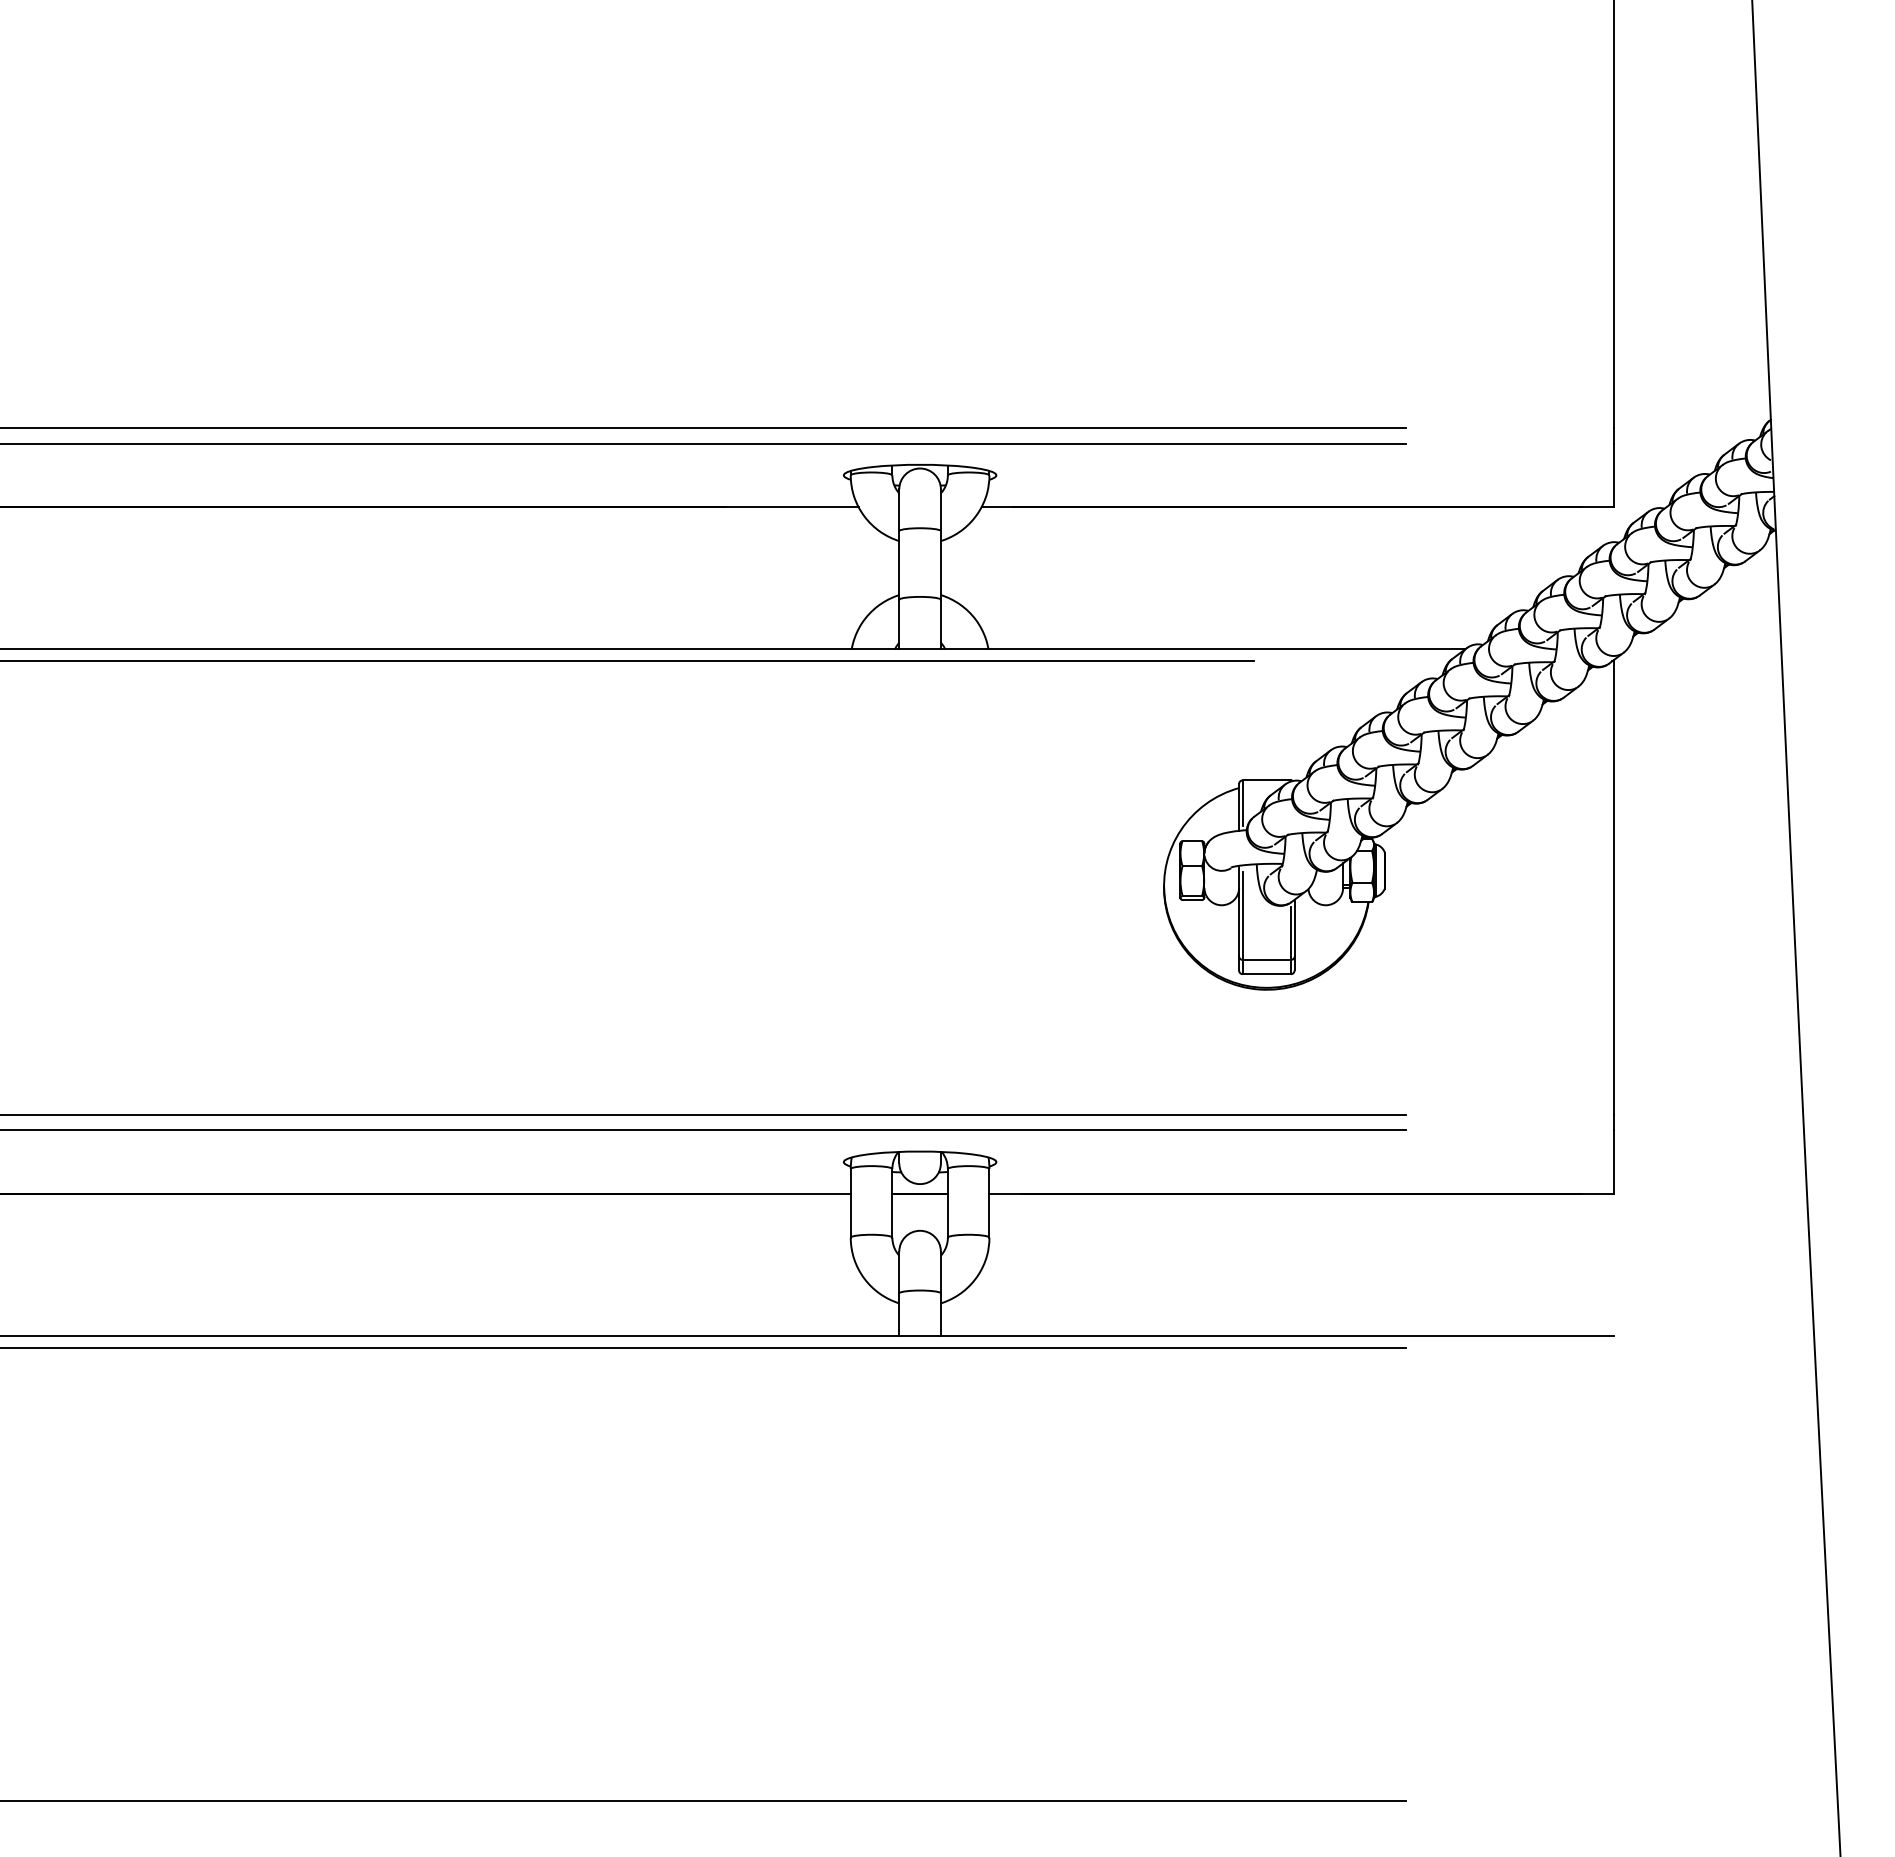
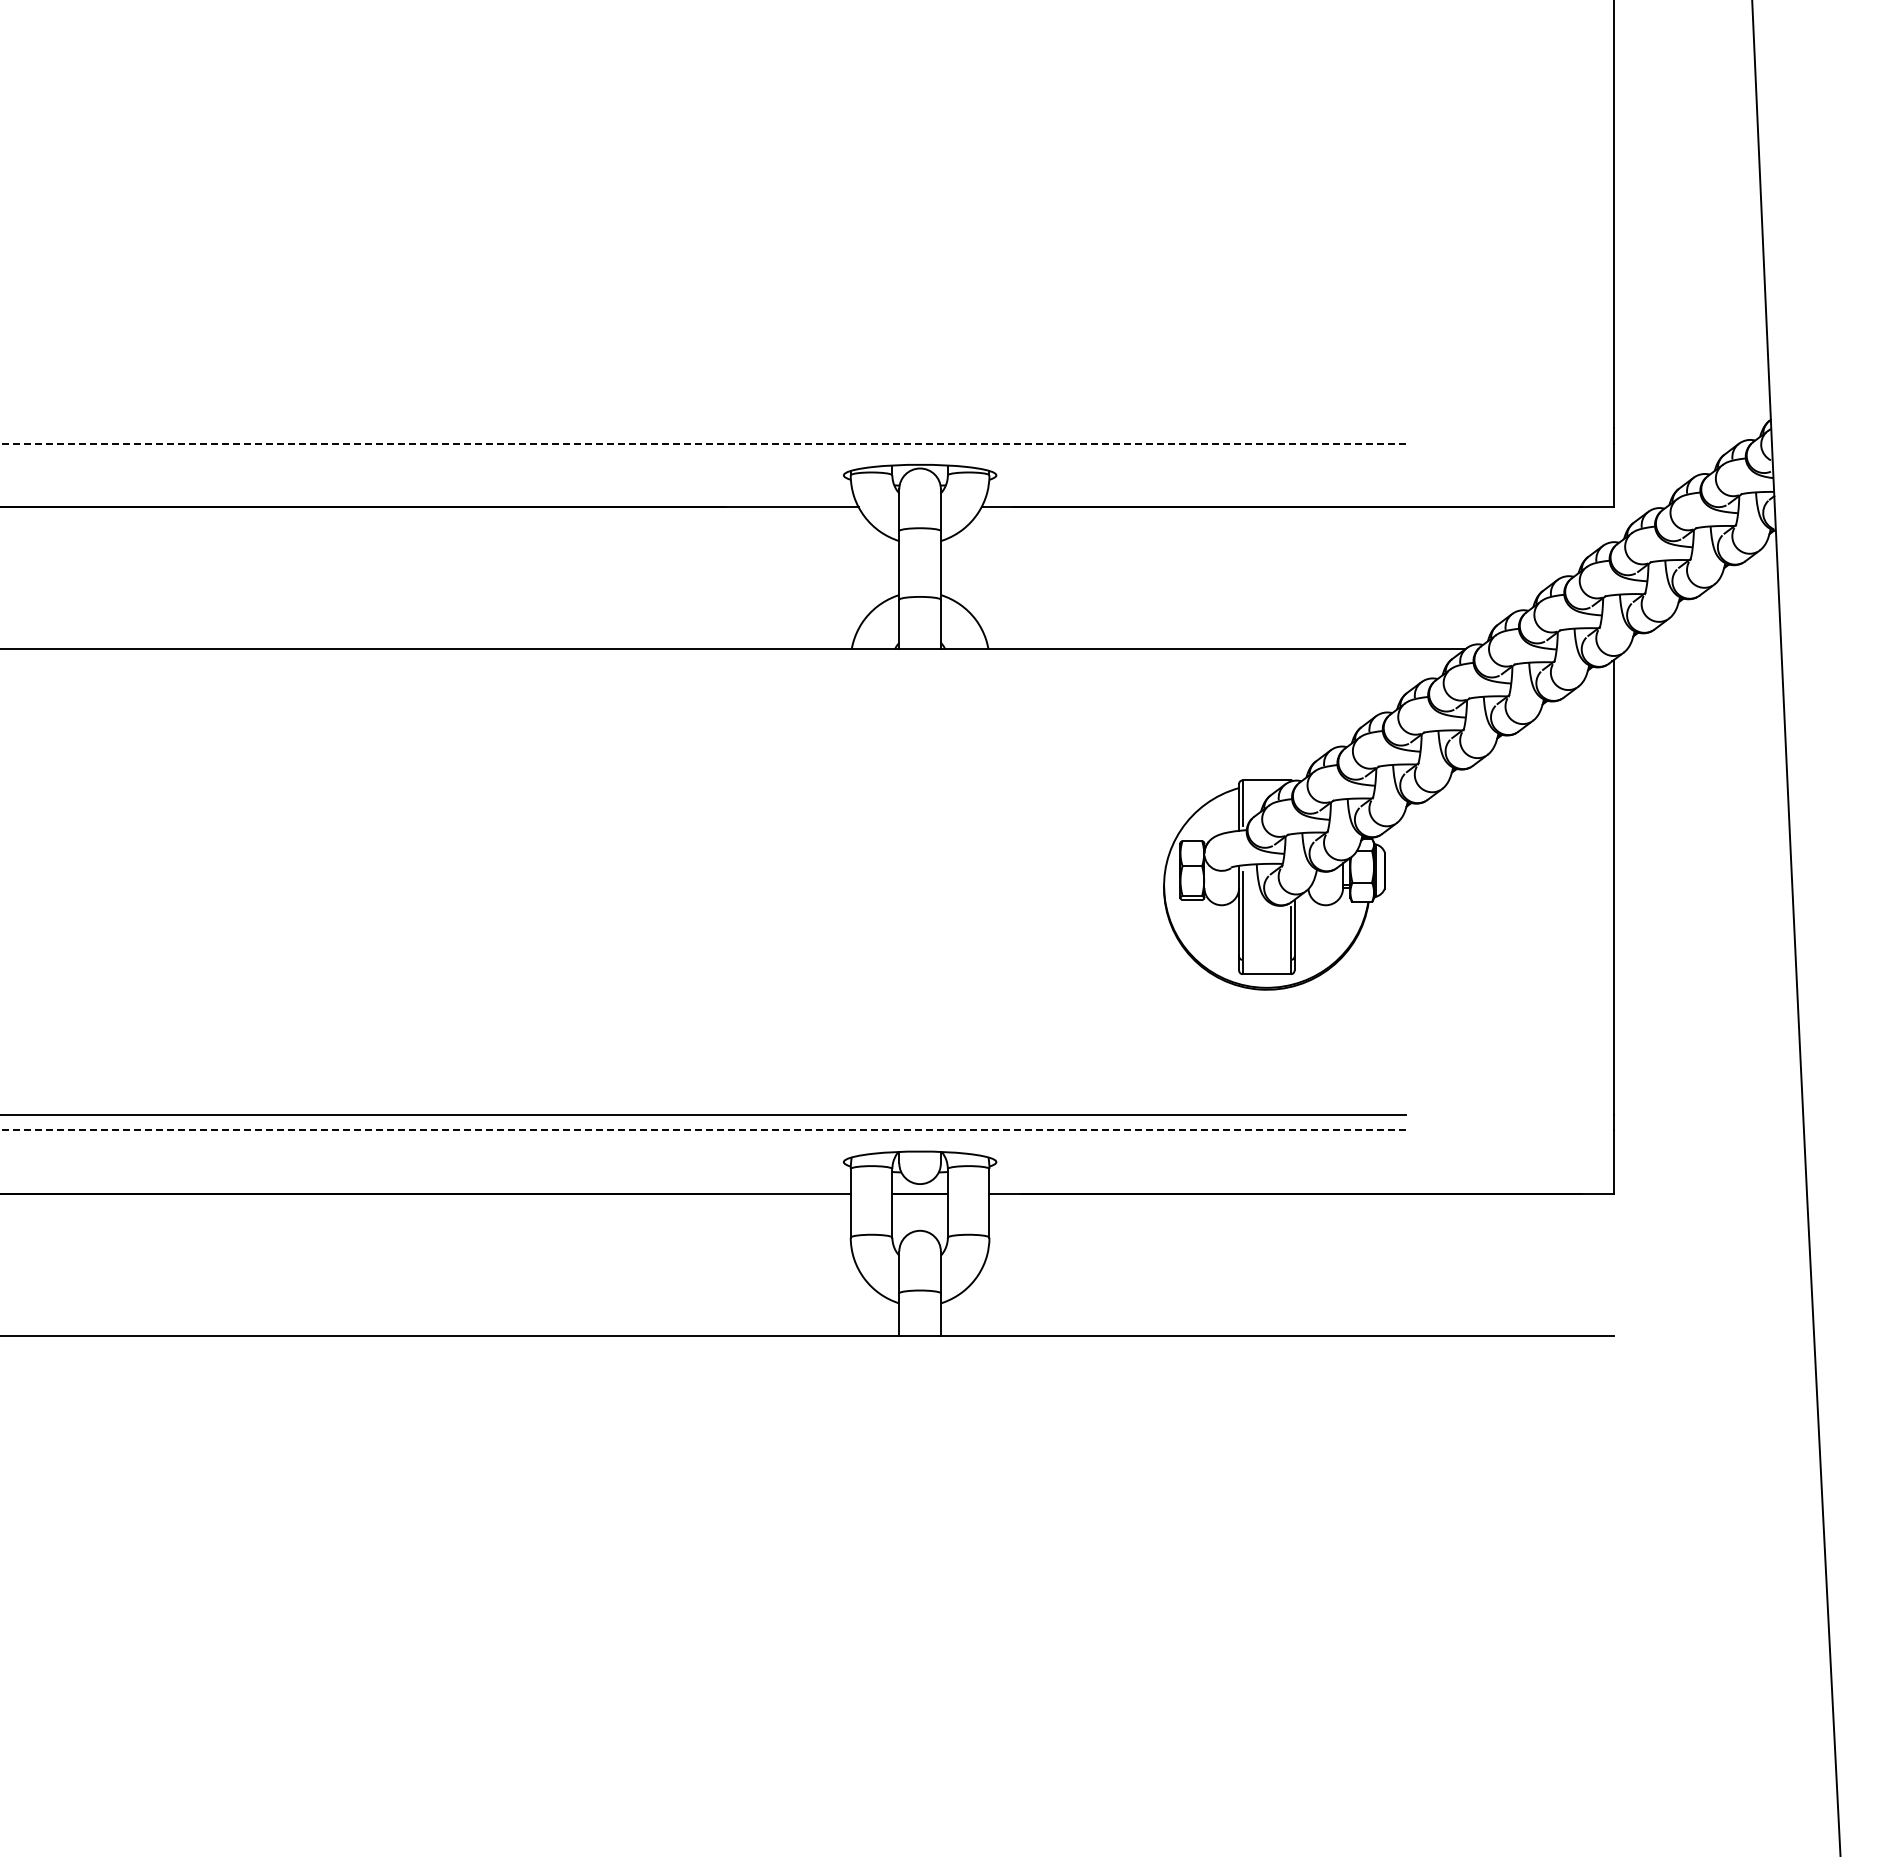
line at (703, 427): present -> none
line at (702, 443): solid -> dashed
line at (628, 661): present -> none
line at (1266, 959): present -> none
line at (702, 1130): solid -> dashed
line at (703, 1348): present -> none
line at (703, 1801): present -> none
